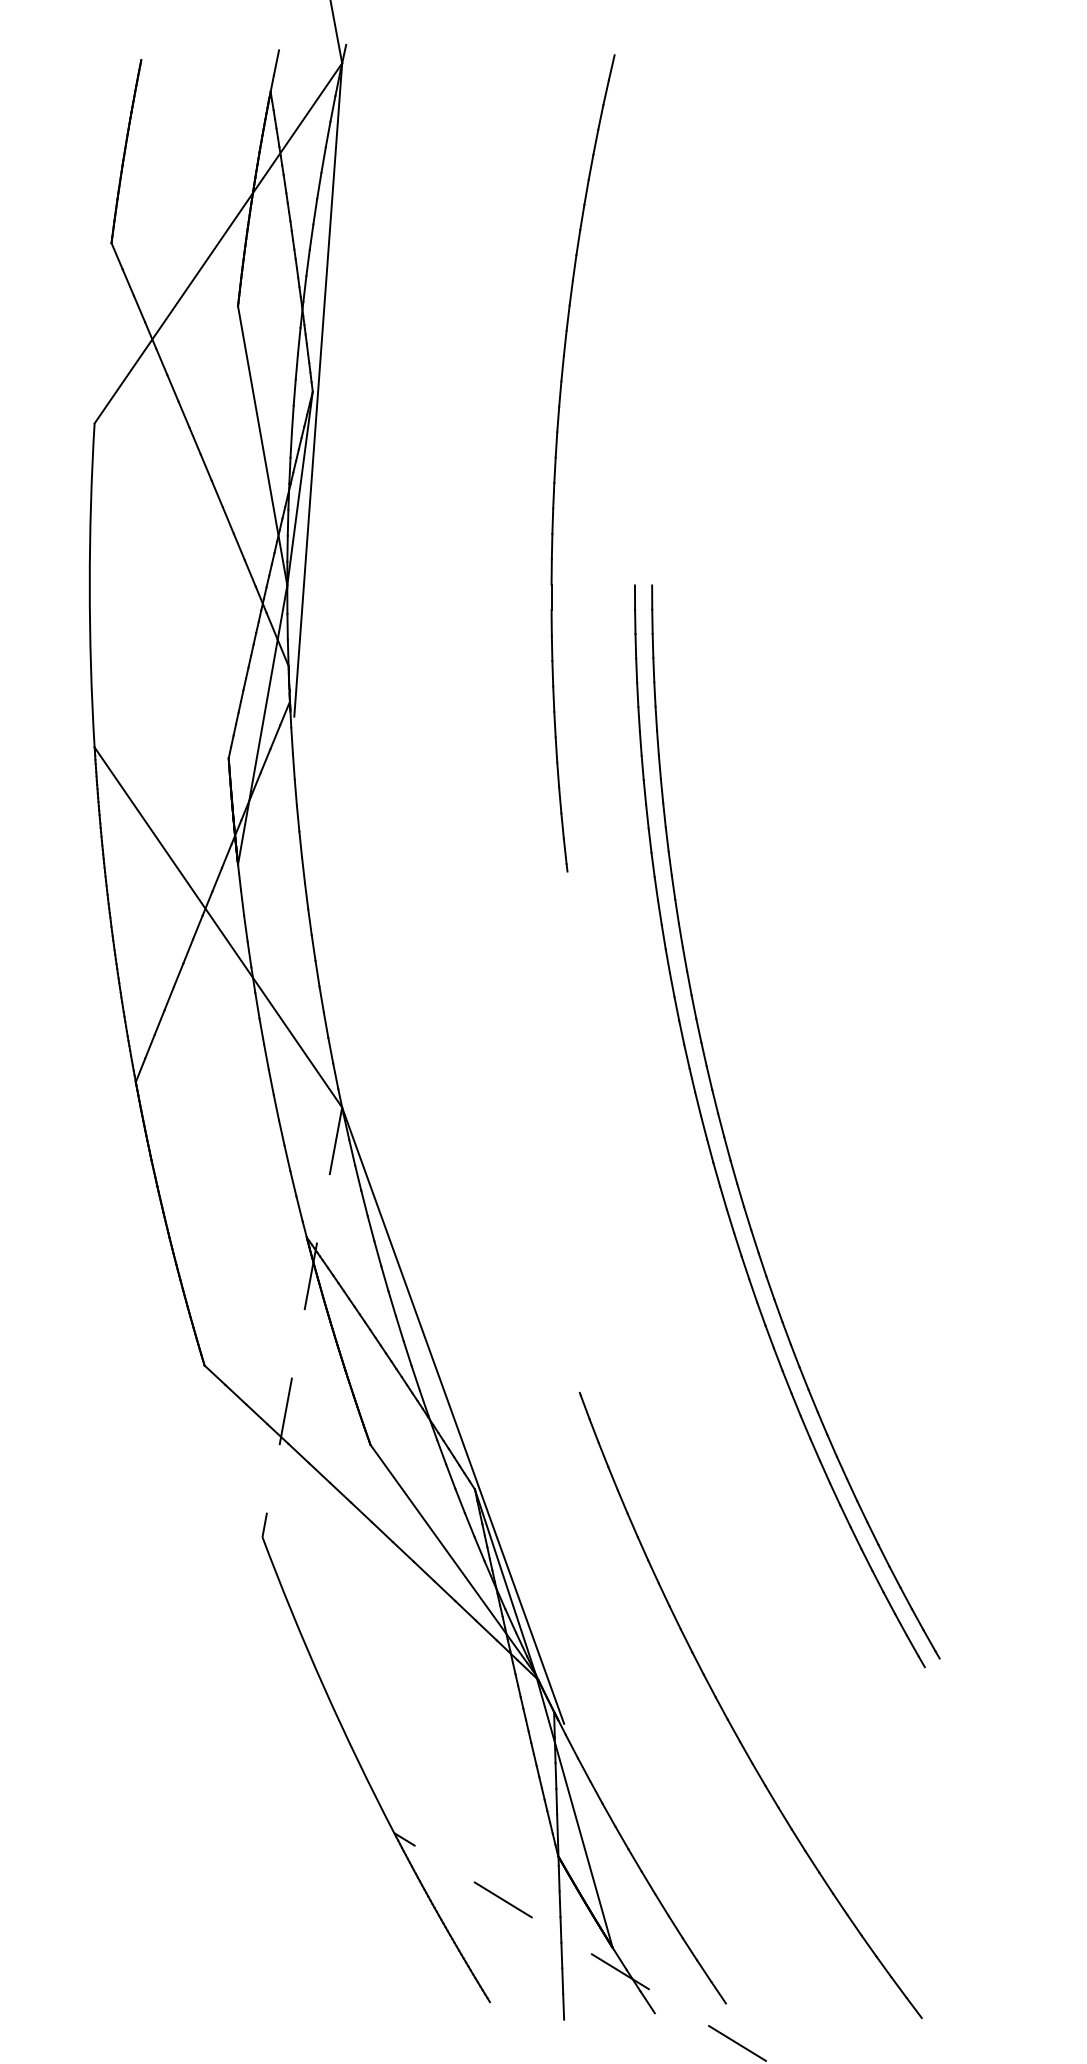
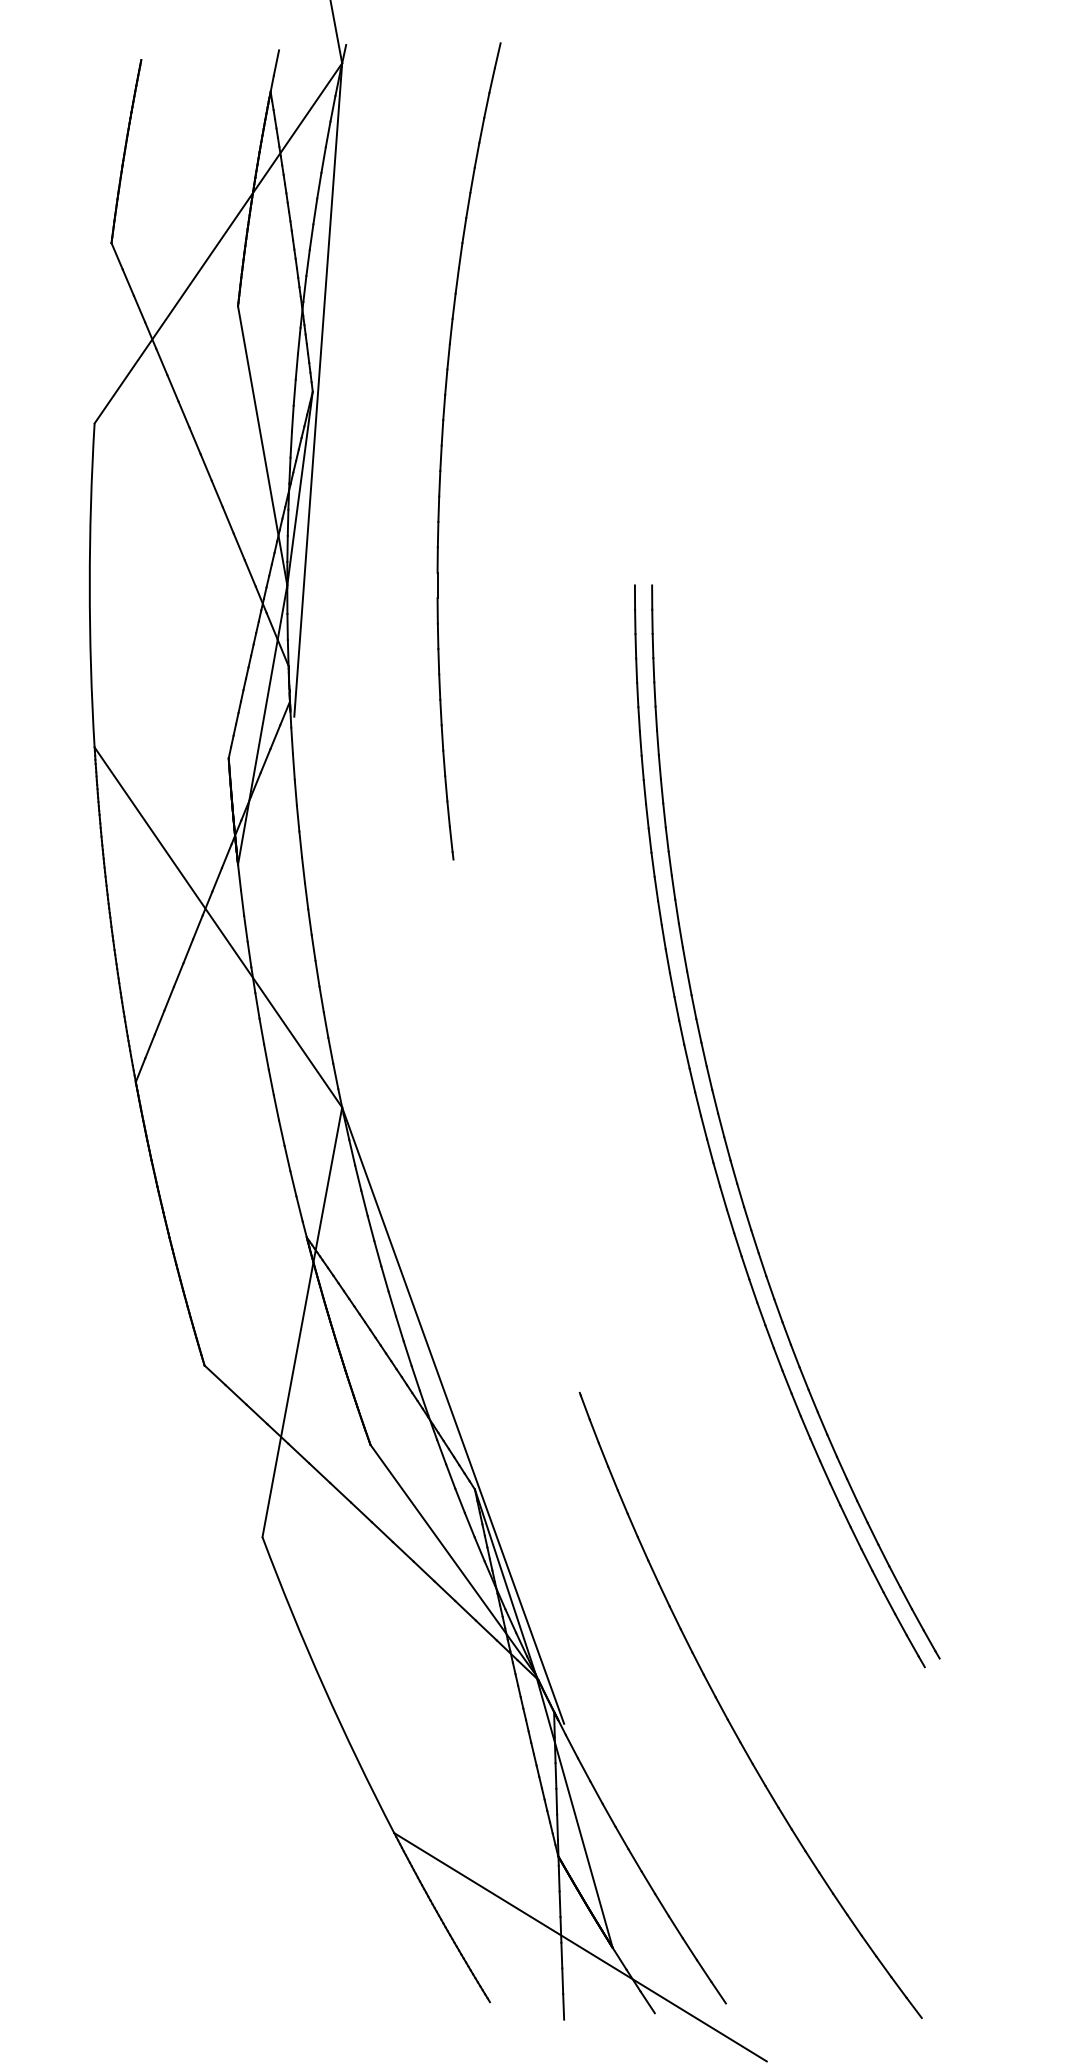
part at (556, 463) position: (556, 463) -> (442, 451)
line at (302, 1322): dashed -> solid
line at (580, 1947): dashed -> solid
